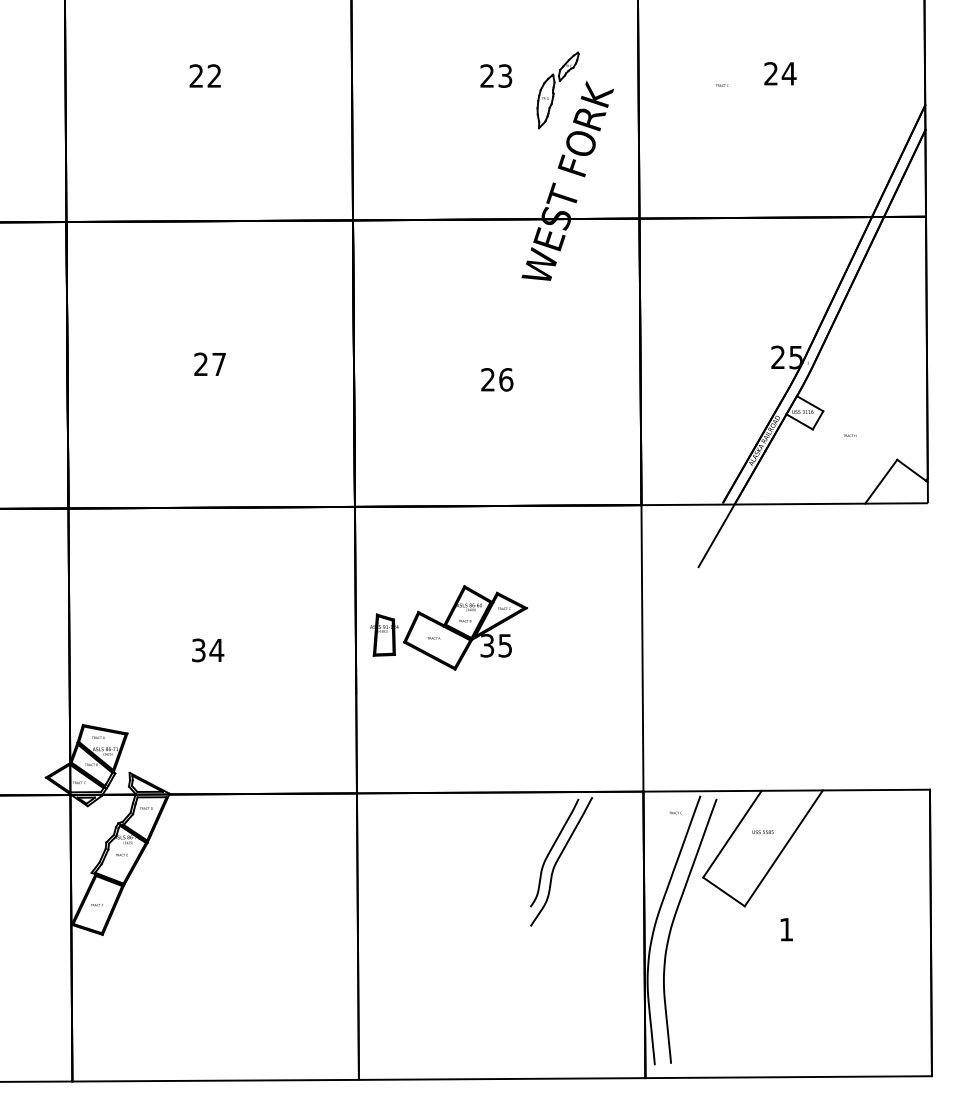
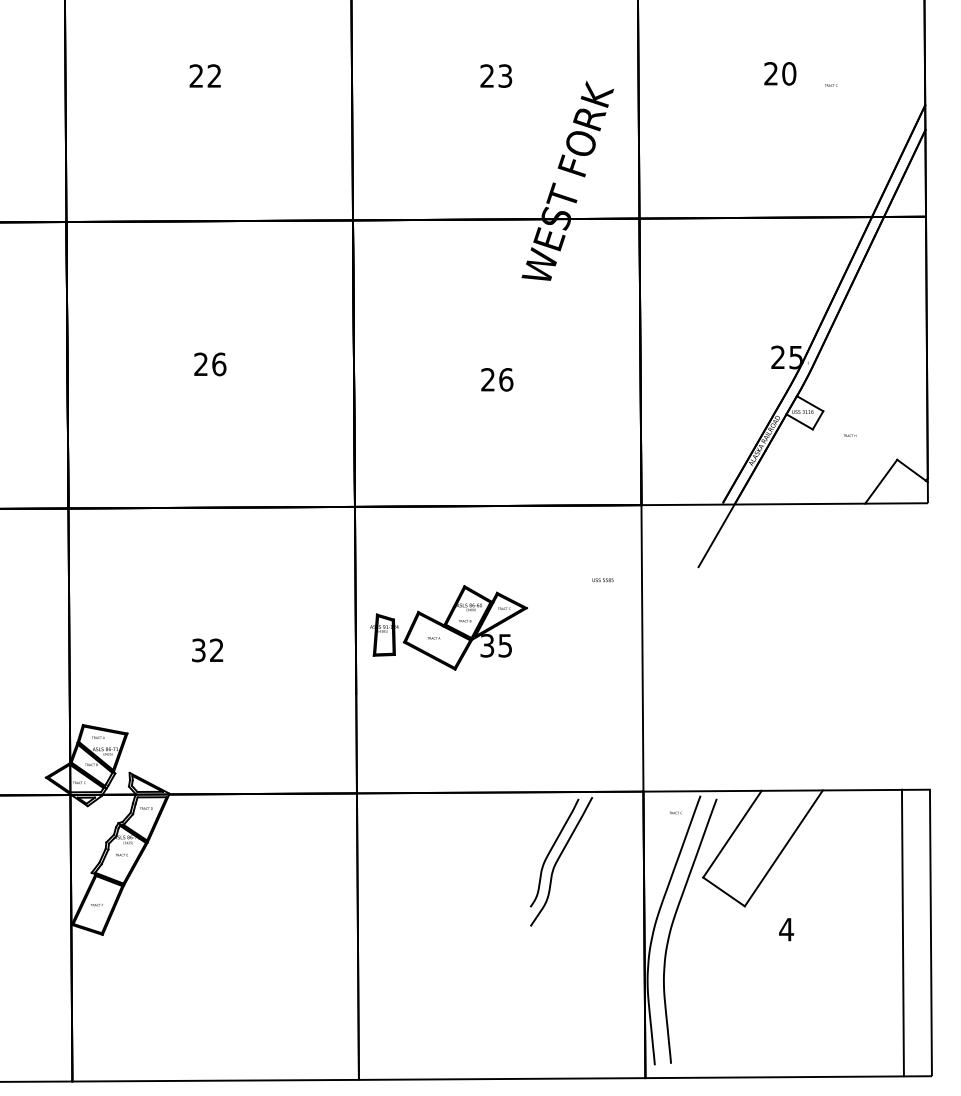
text at (788, 73): 24 -> 20
text at (722, 85) position: (722, 85) -> (831, 85)
part at (557, 90): present -> none
text at (219, 364): 27 -> 26
text at (216, 649): 34 -> 32
text at (762, 832) position: (762, 832) -> (602, 580)
text at (786, 929): 1 -> 4
line at (930, 932) position: (930, 932) -> (902, 932)
